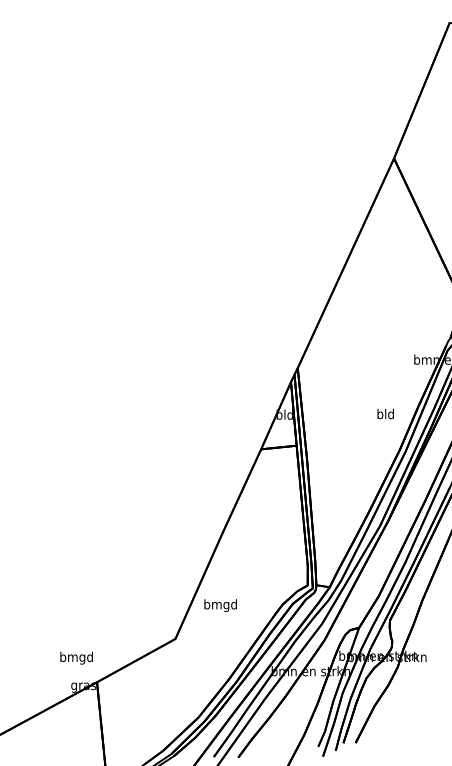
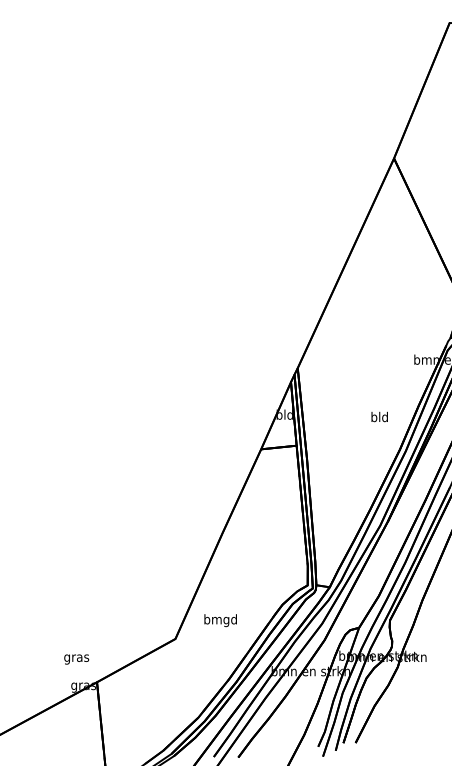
text at (385, 413) position: (385, 413) -> (379, 416)
text at (220, 605) position: (220, 605) -> (220, 620)
text at (76, 657): bmgd -> gras
